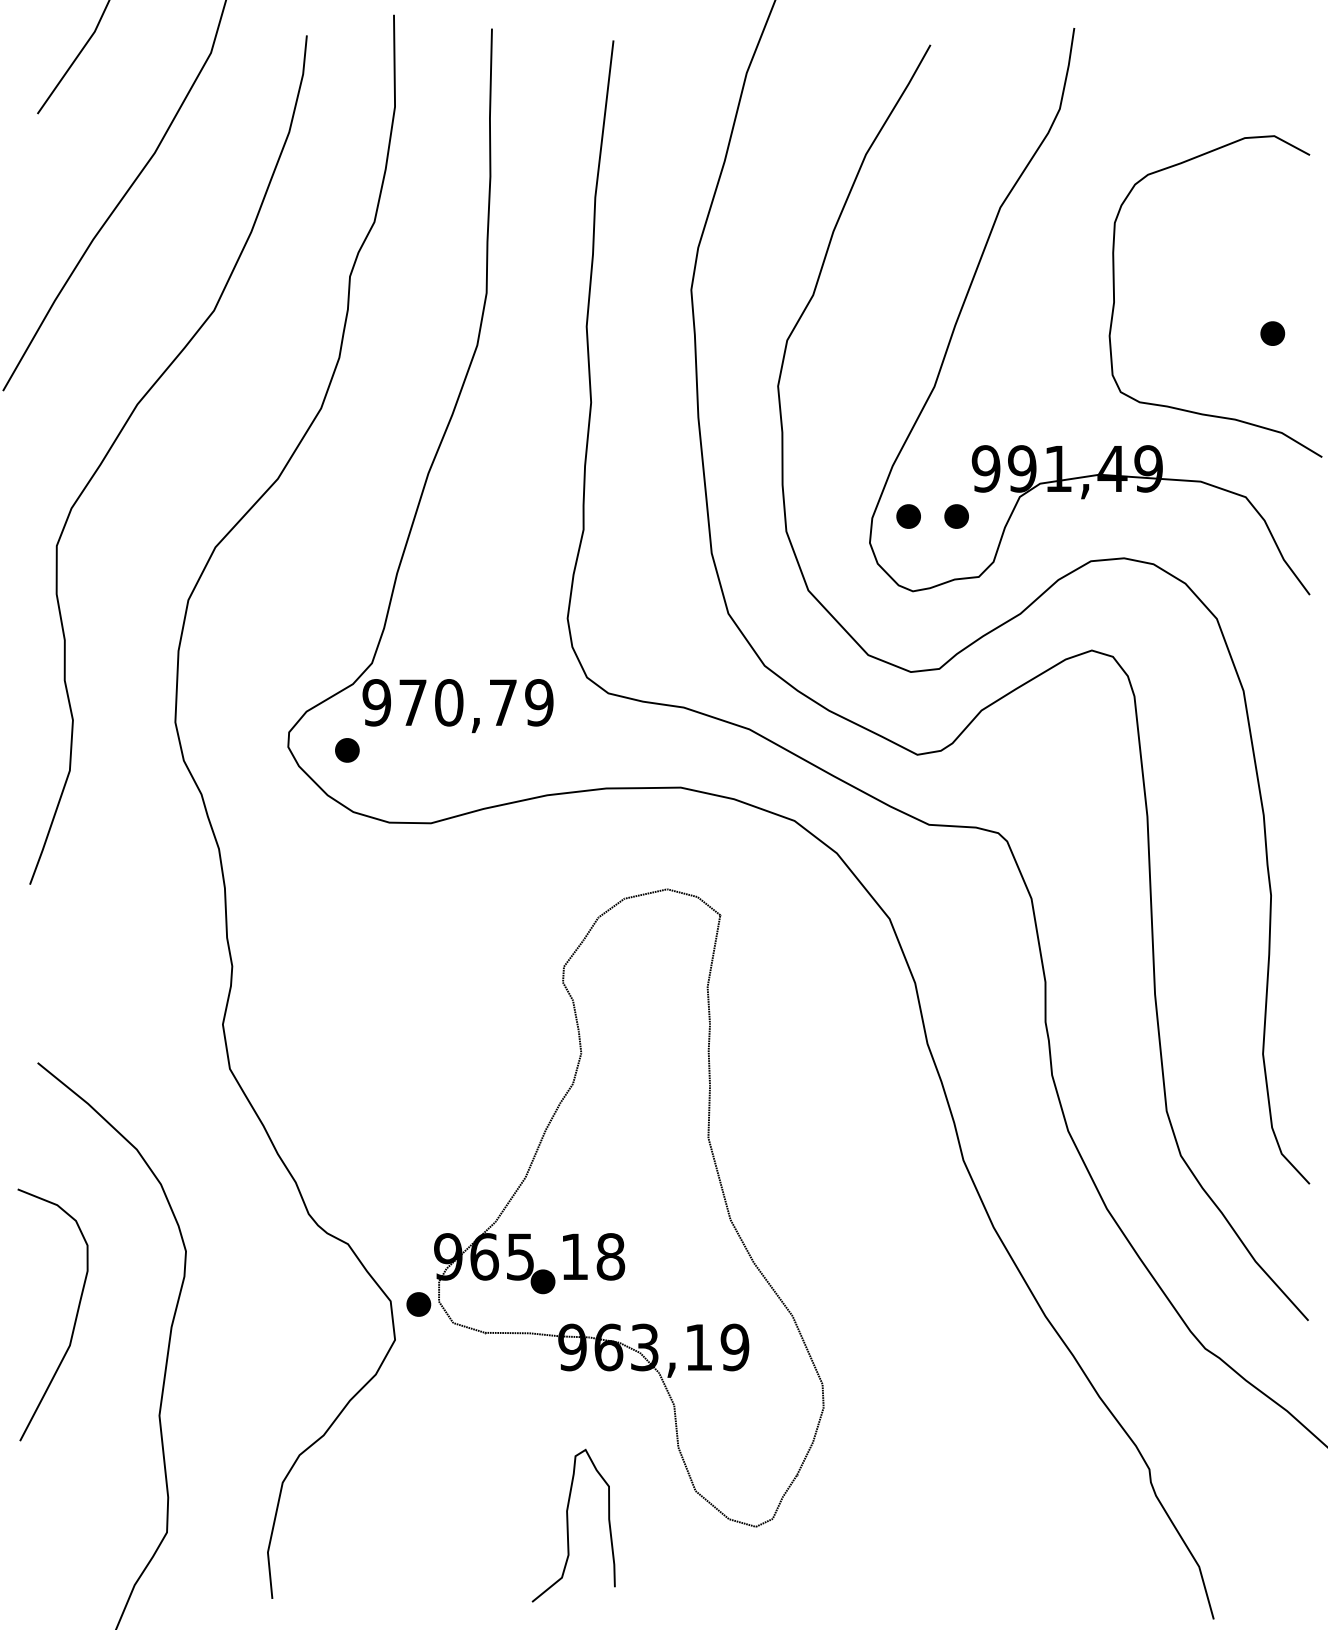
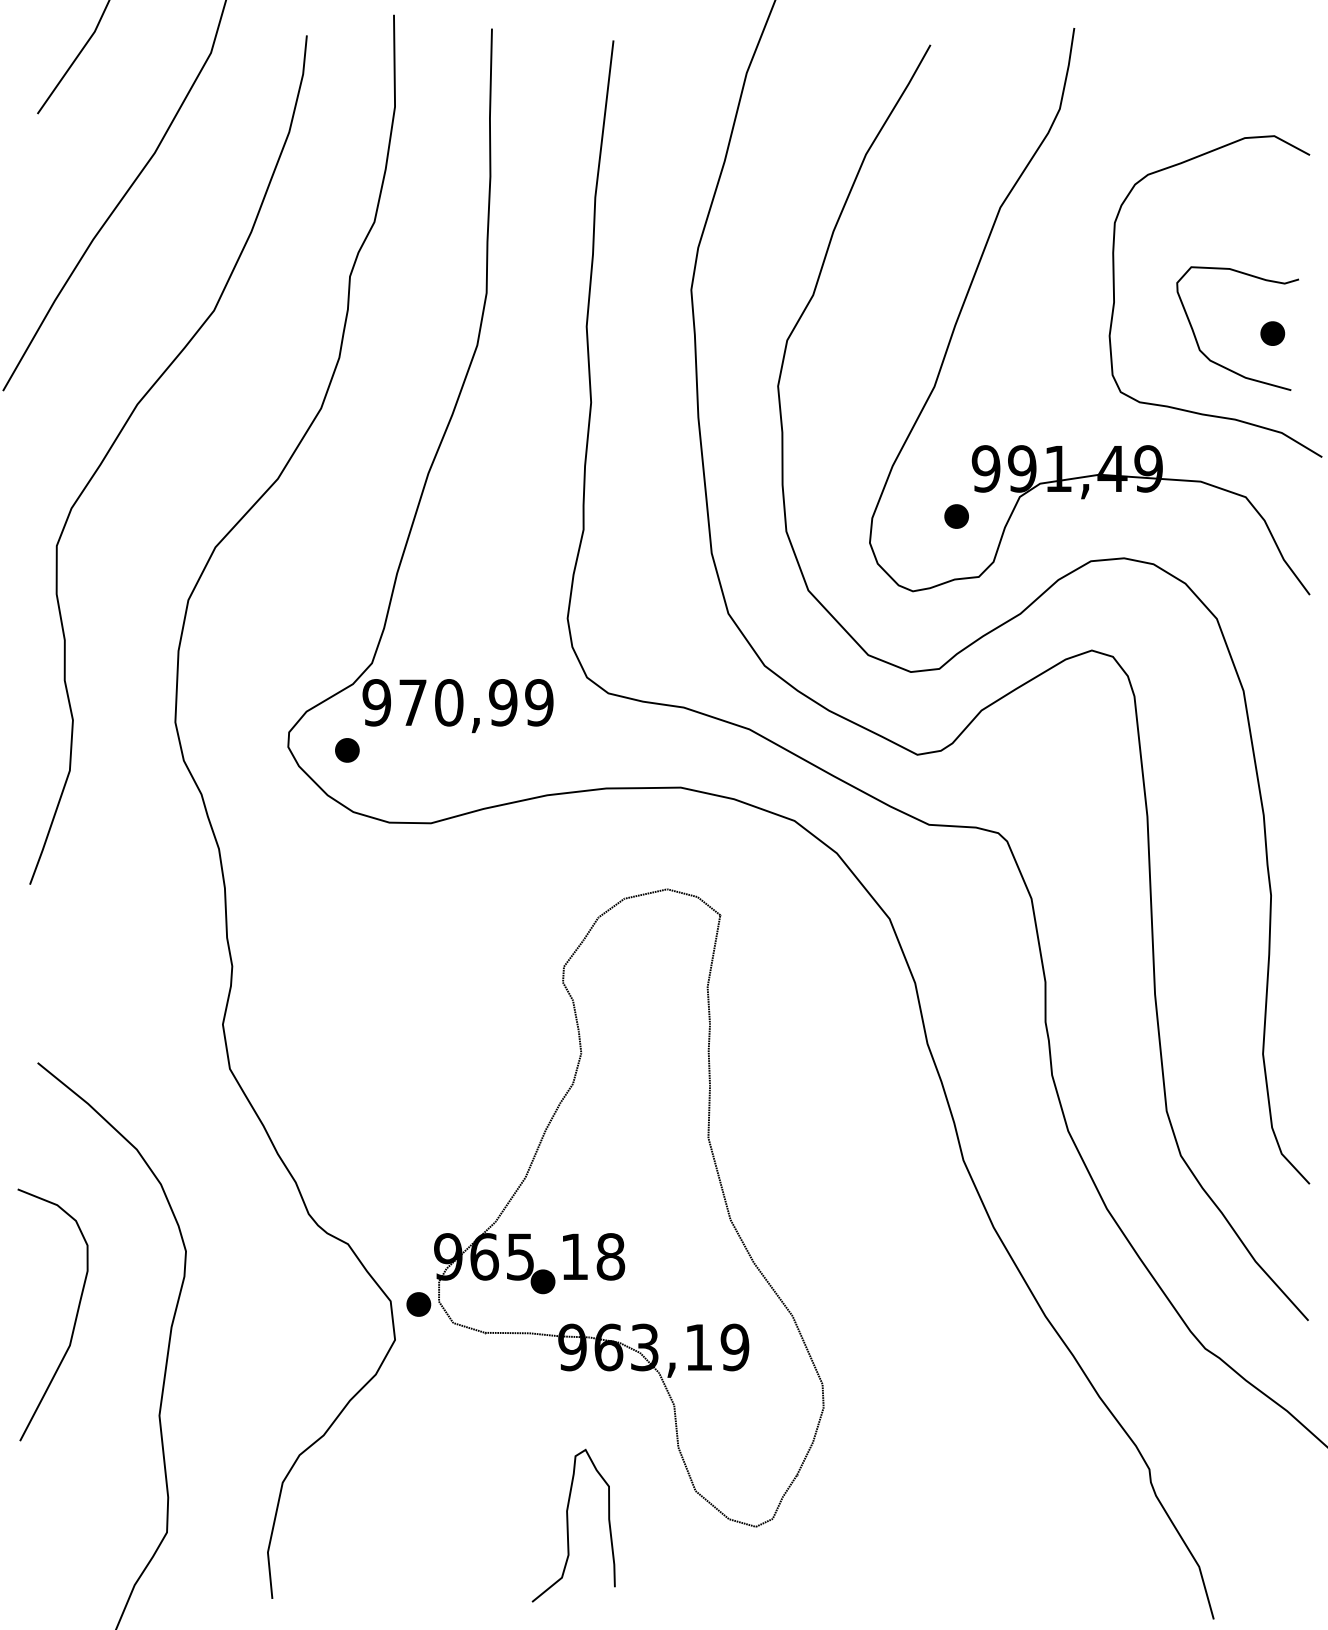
part at (1220, 364): none -> present
part at (908, 516): present -> none
text at (503, 702): 970,79 -> 970,99
